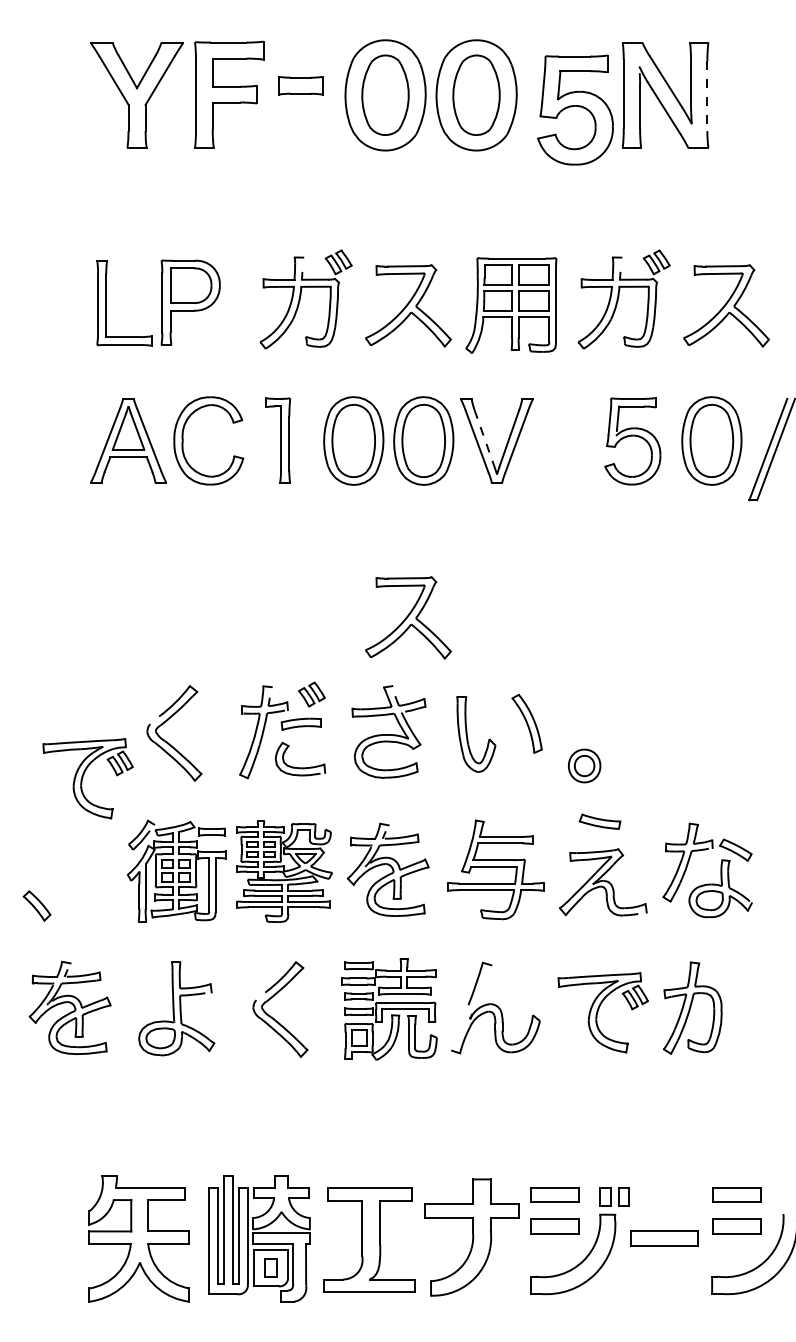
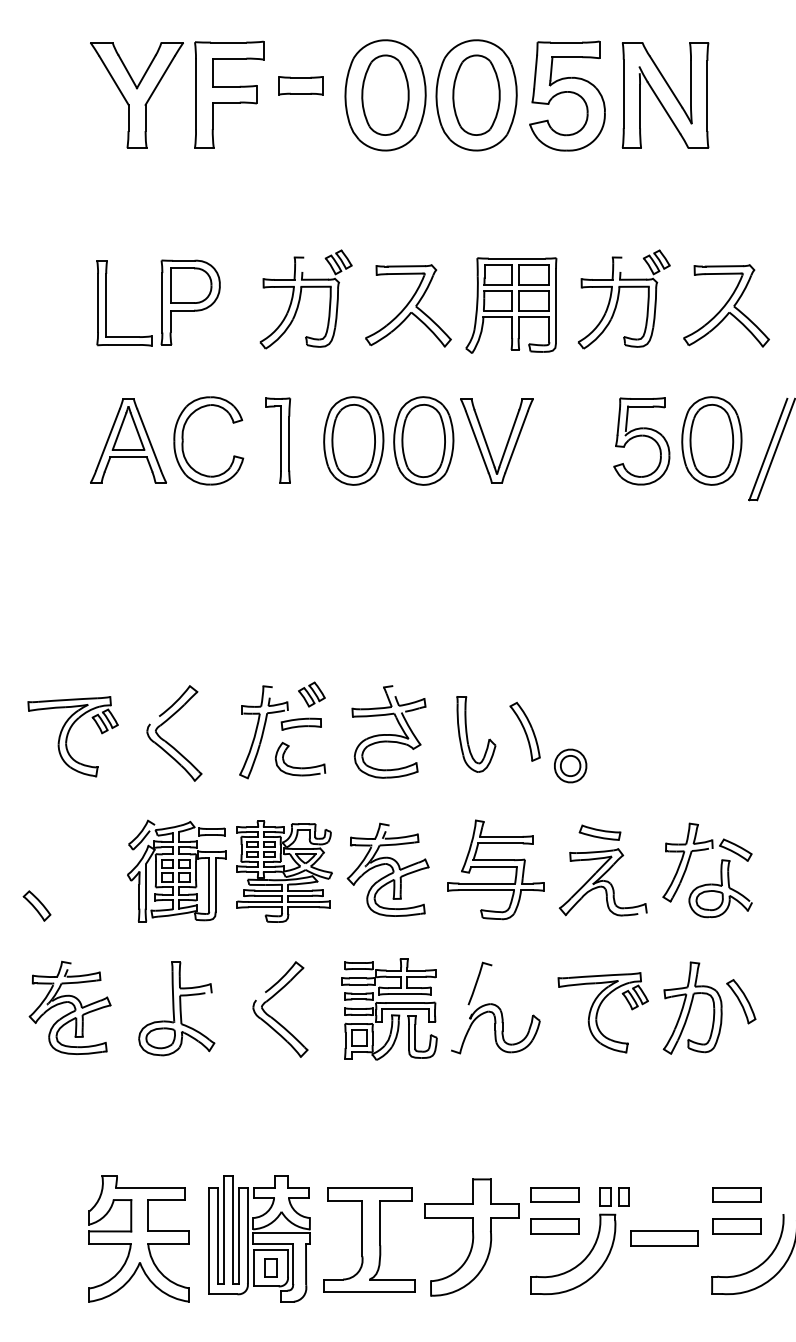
line at (707, 96): dashed -> solid
part at (575, 109) position: (575, 109) -> (567, 95)
line at (484, 438): dashed -> solid
part at (632, 441) position: (632, 441) -> (641, 441)
part at (408, 617): present -> none
part at (526, 723) position: (526, 723) -> (524, 731)
part at (584, 765) position: (584, 765) -> (570, 765)
part at (87, 778) position: (87, 778) -> (72, 736)
part at (599, 821) position: (599, 821) -> (599, 832)
part at (741, 1001): none -> present
